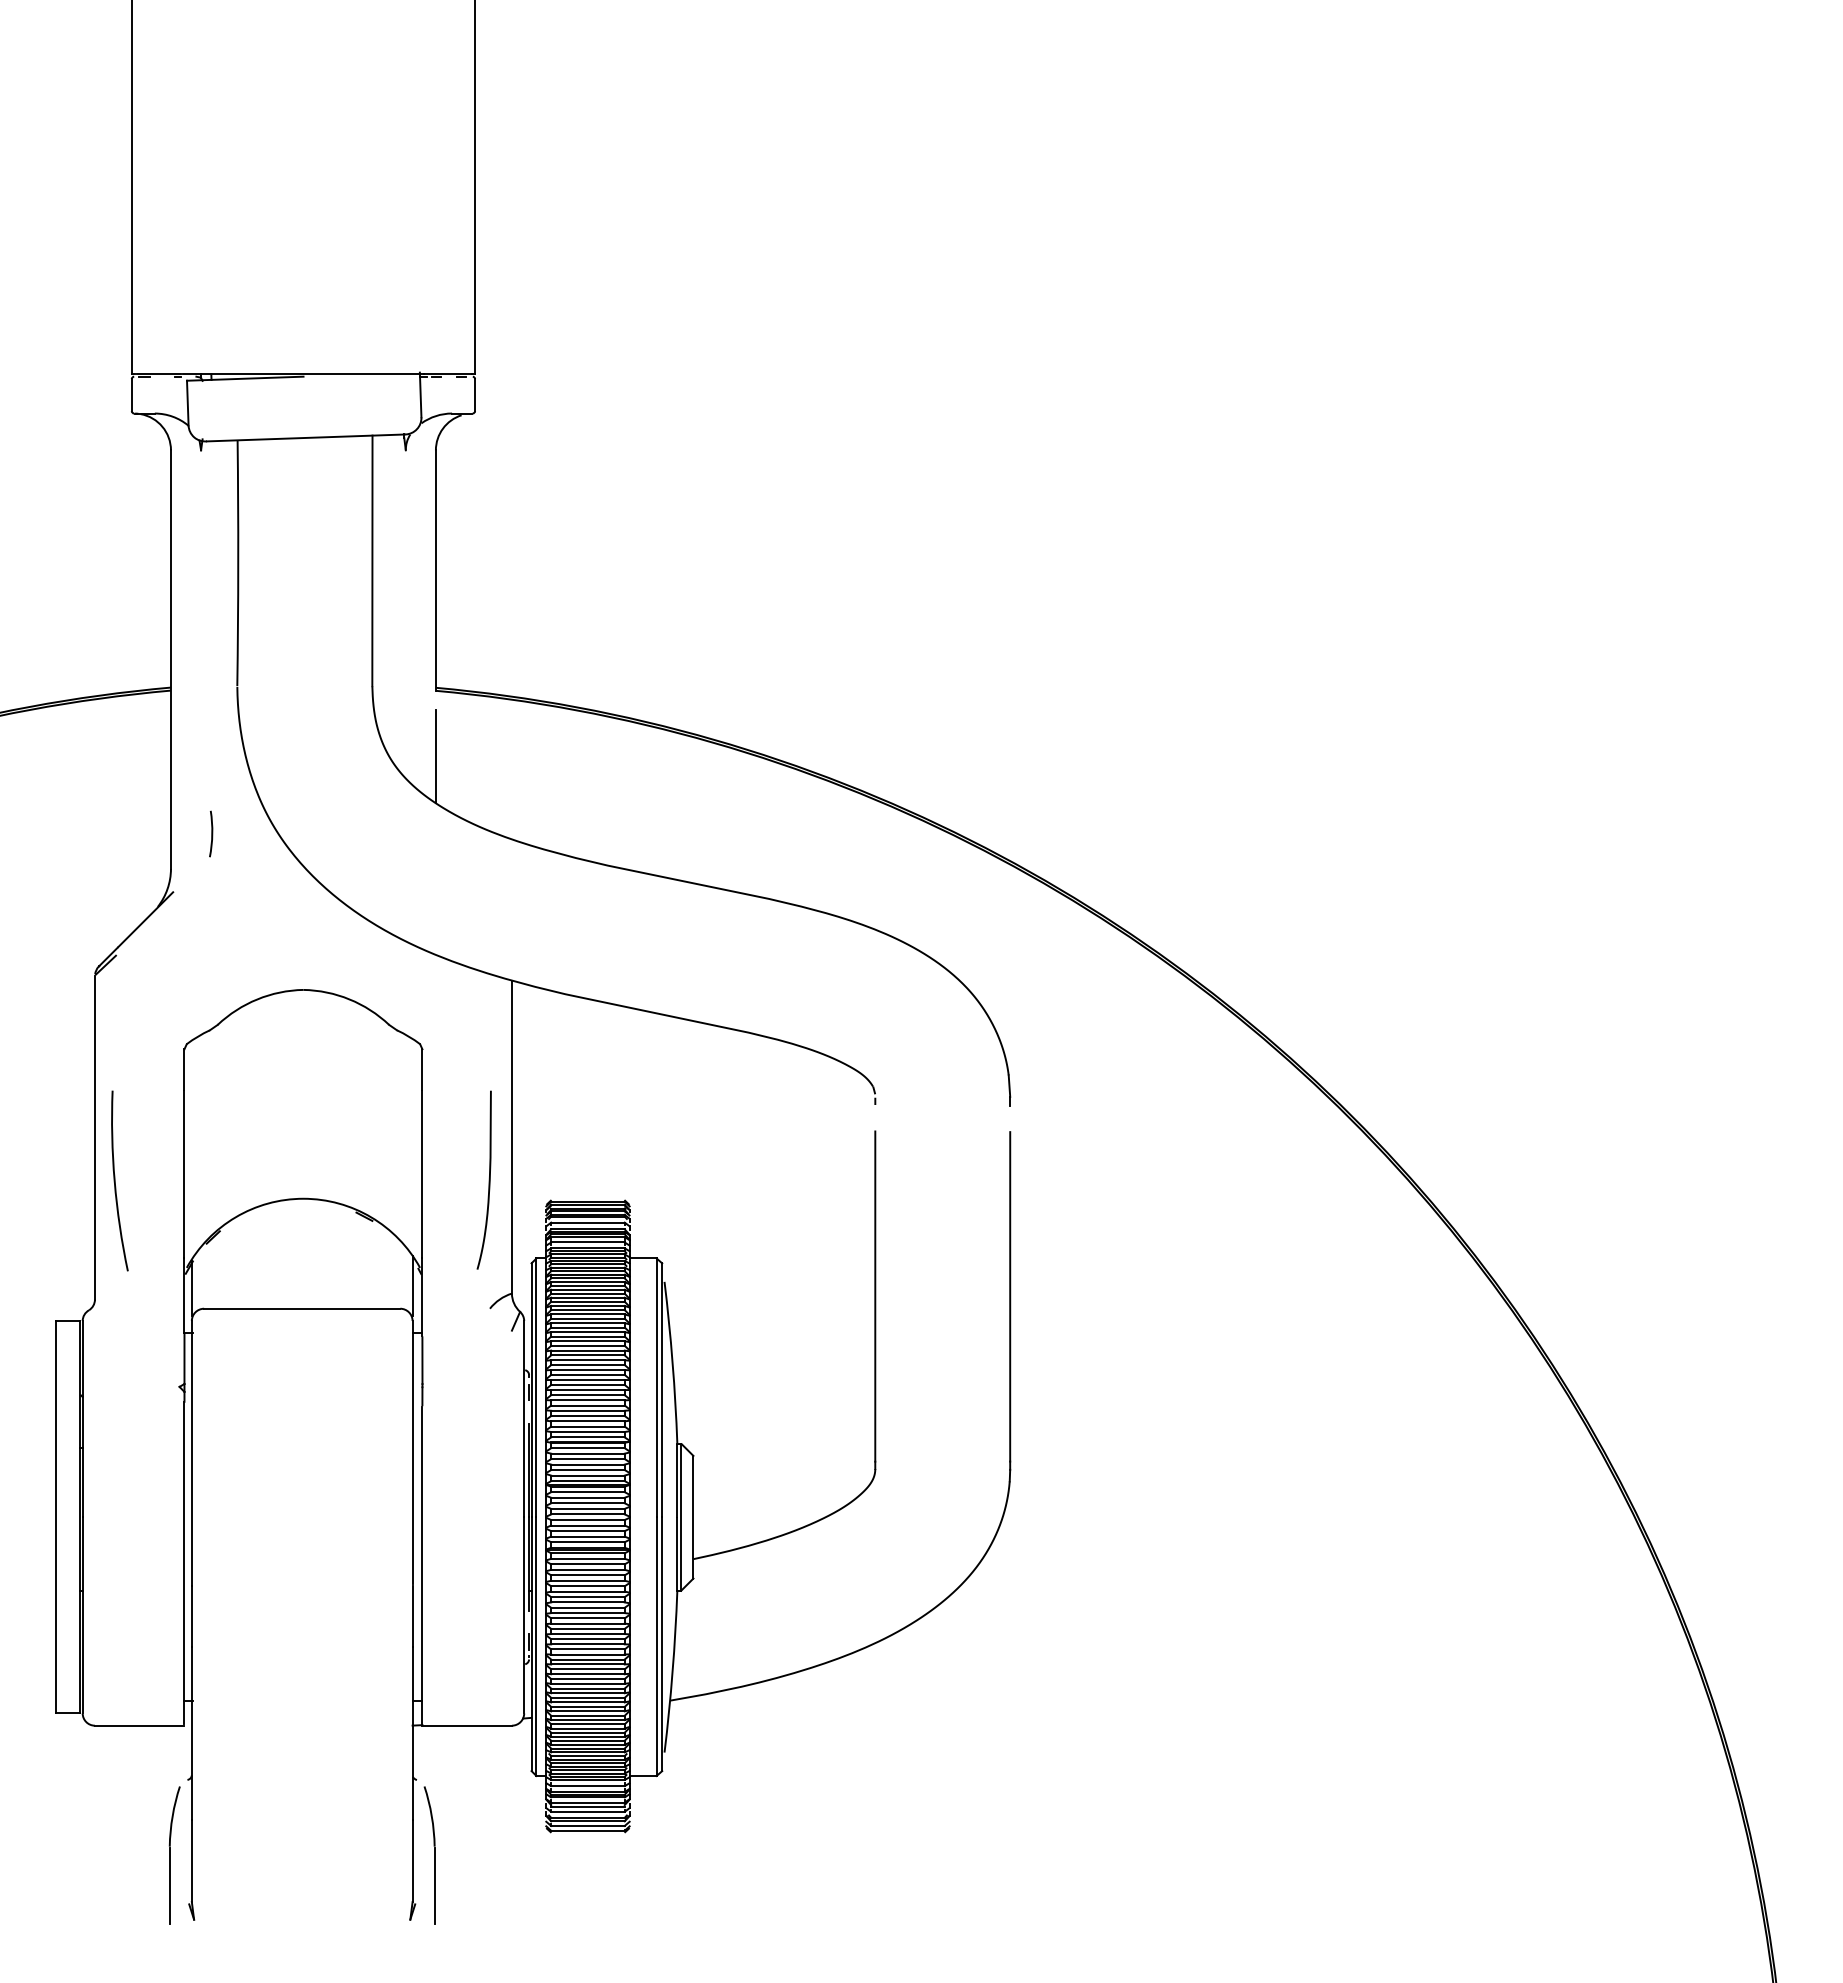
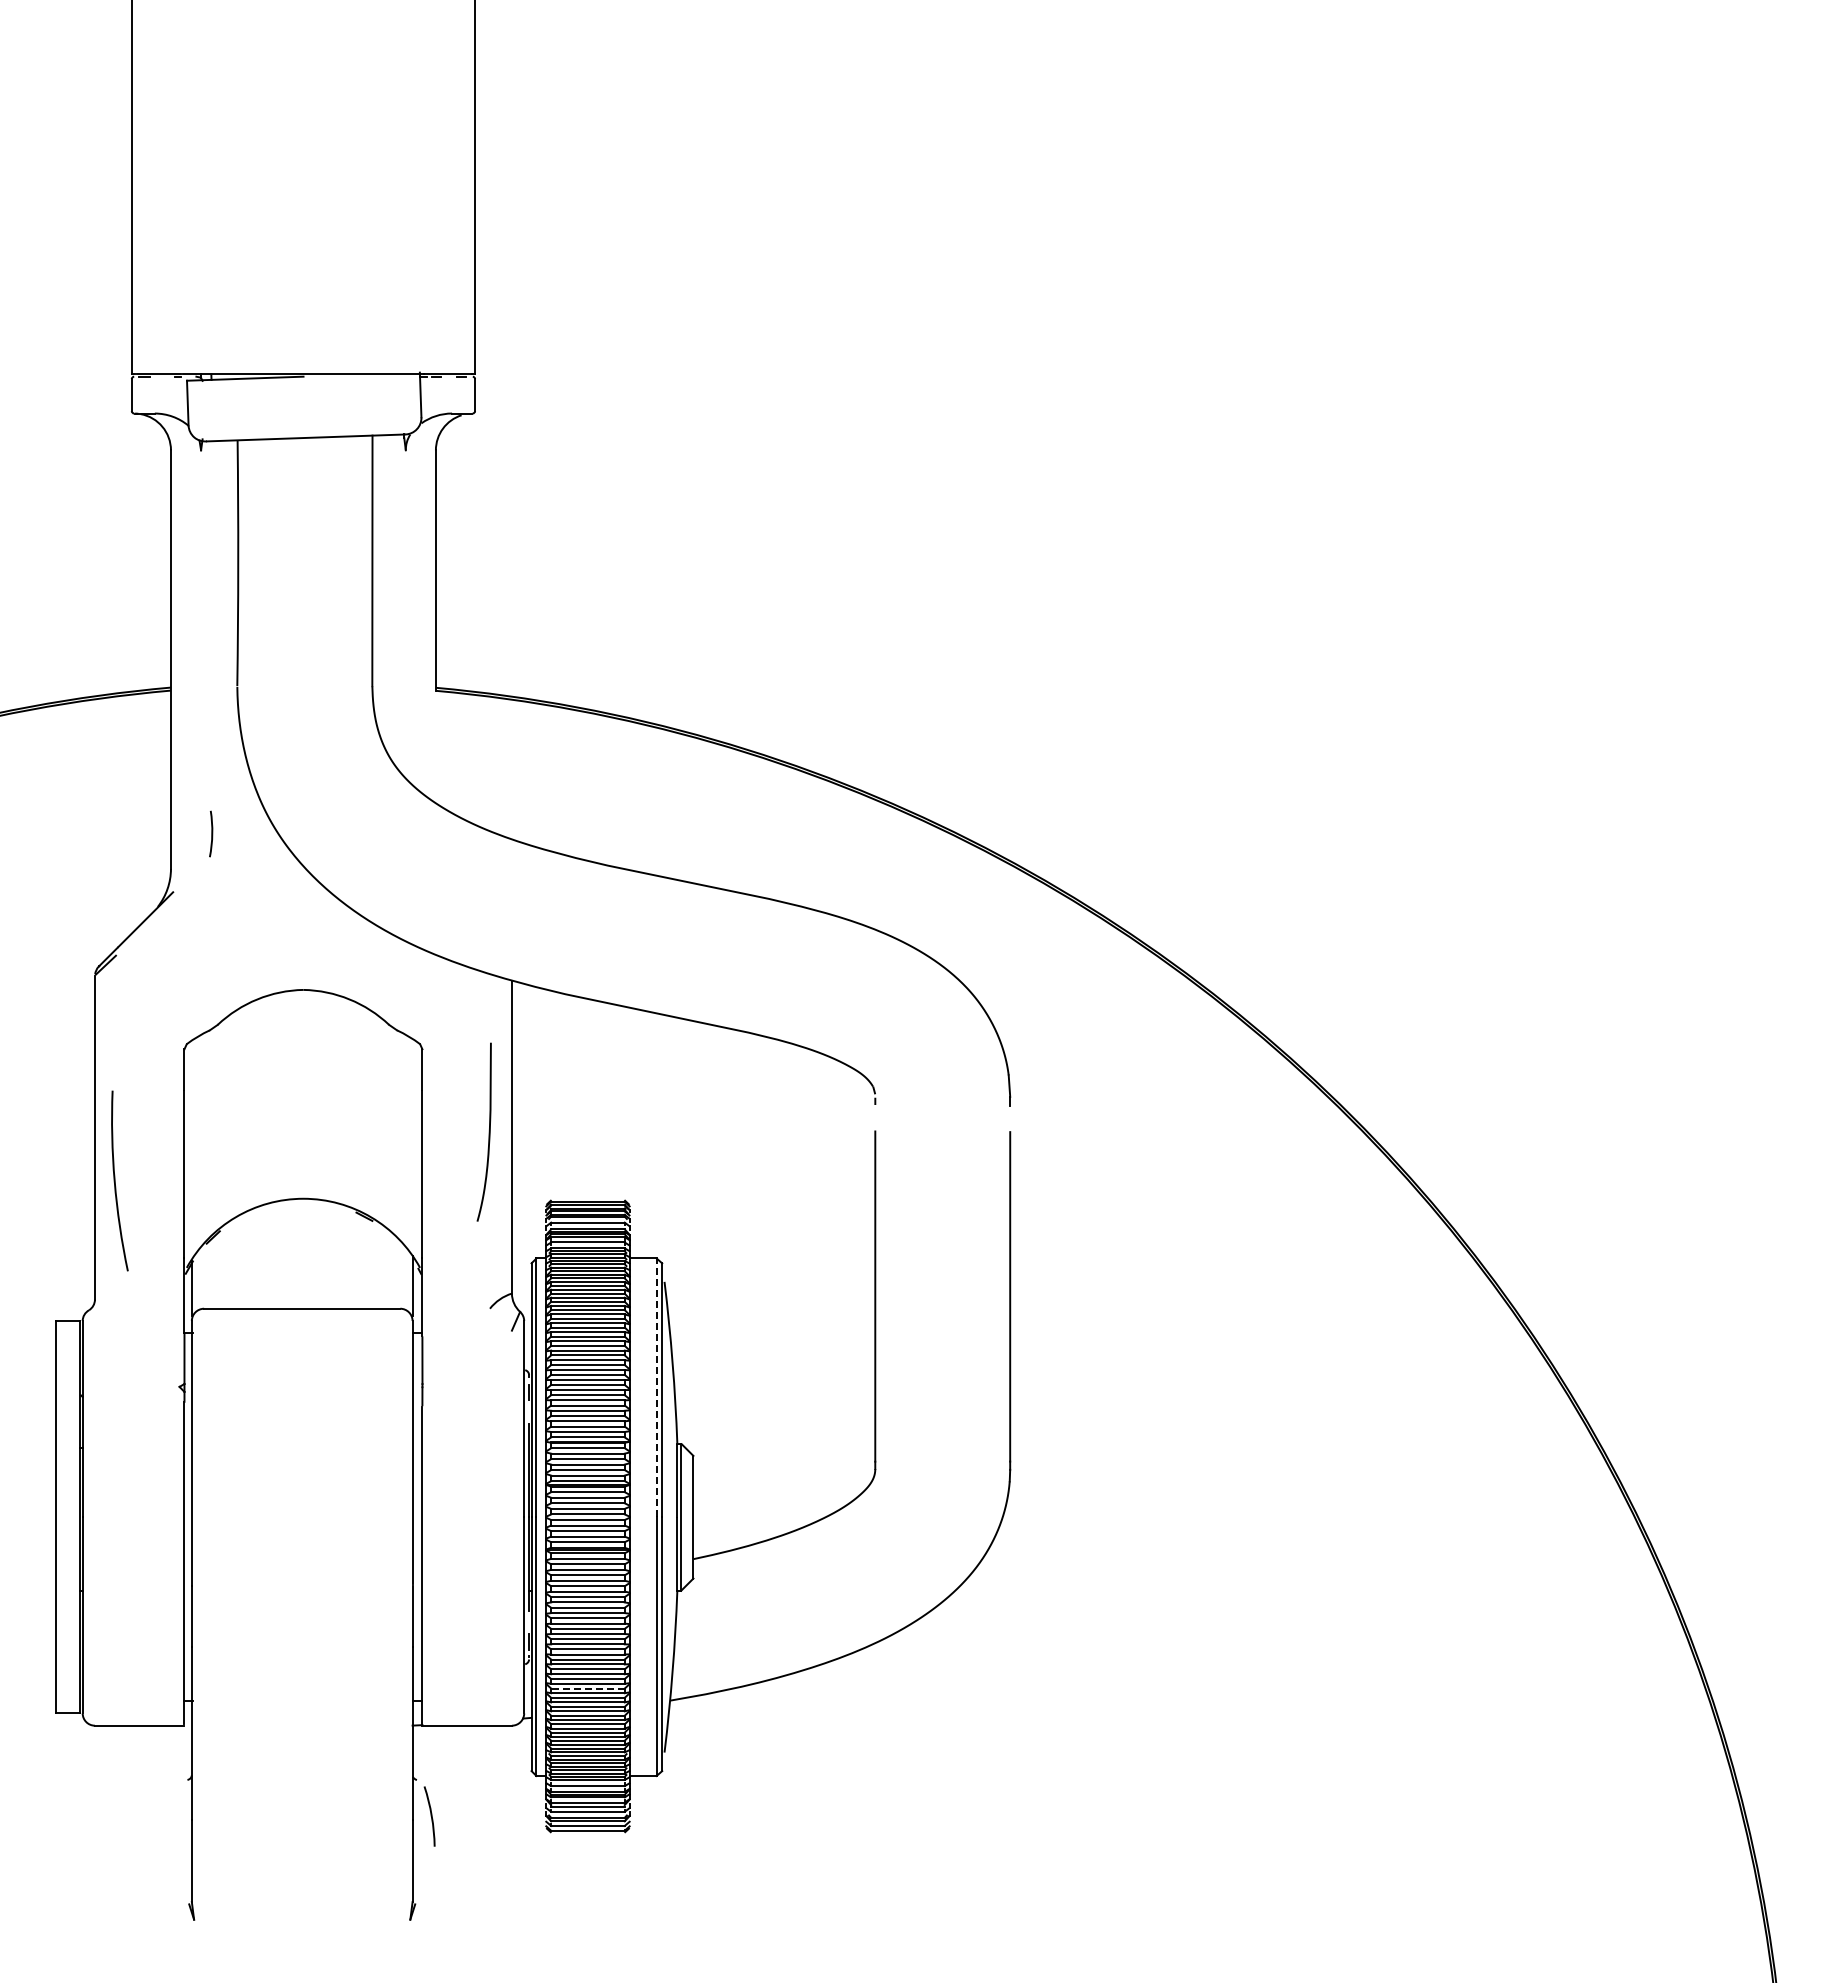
line at (435, 756): present -> none
curve at (488, 1179) position: (488, 1179) -> (488, 1131)
line at (656, 1387): solid -> dashed
line at (587, 1688): solid -> dashed
part at (174, 1855): present -> none
line at (434, 1885): present -> none
